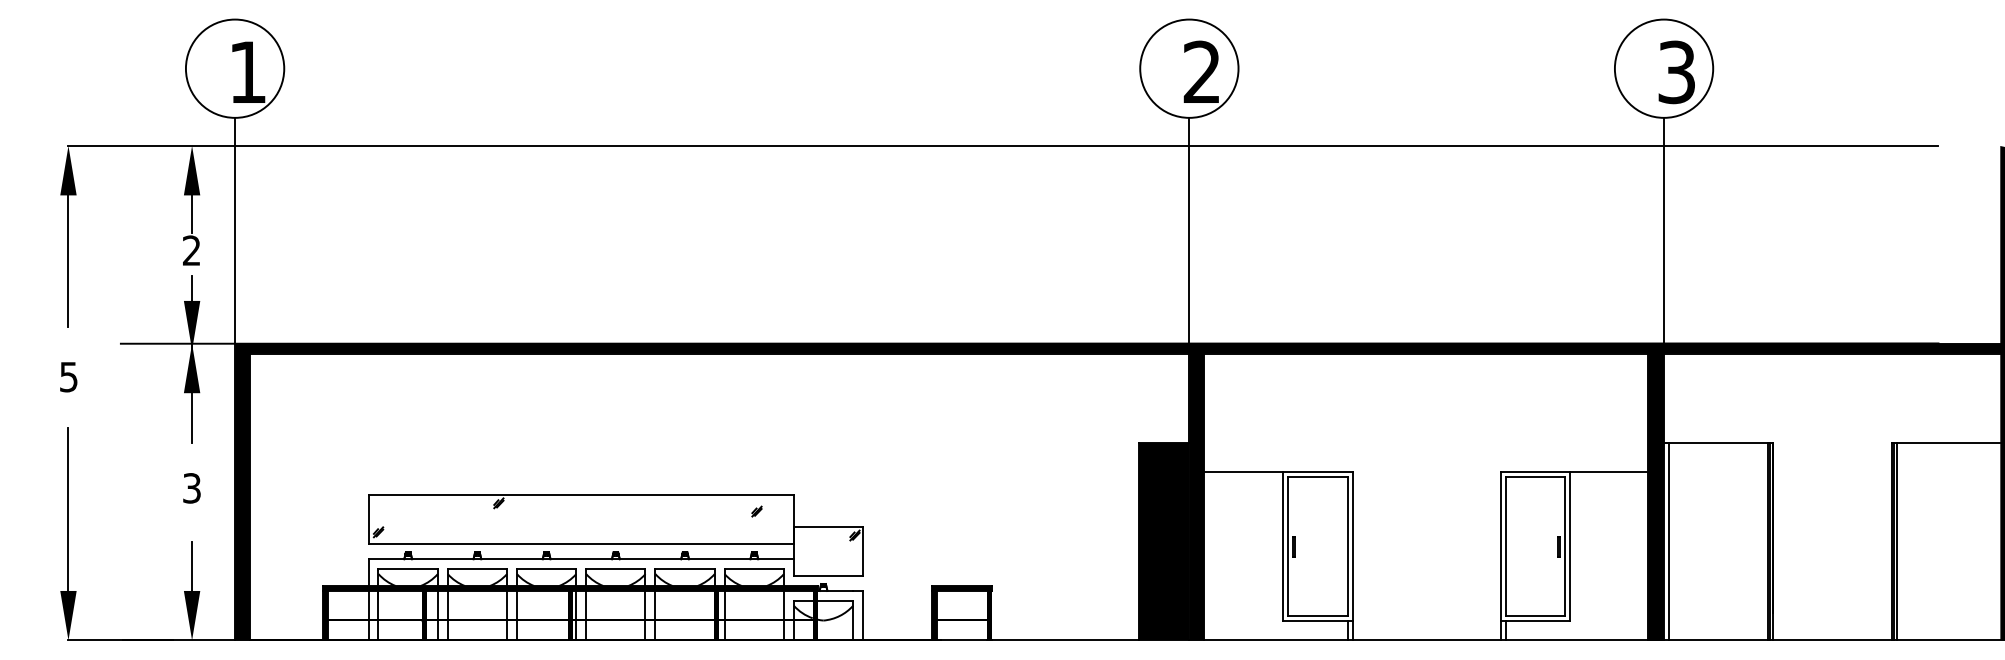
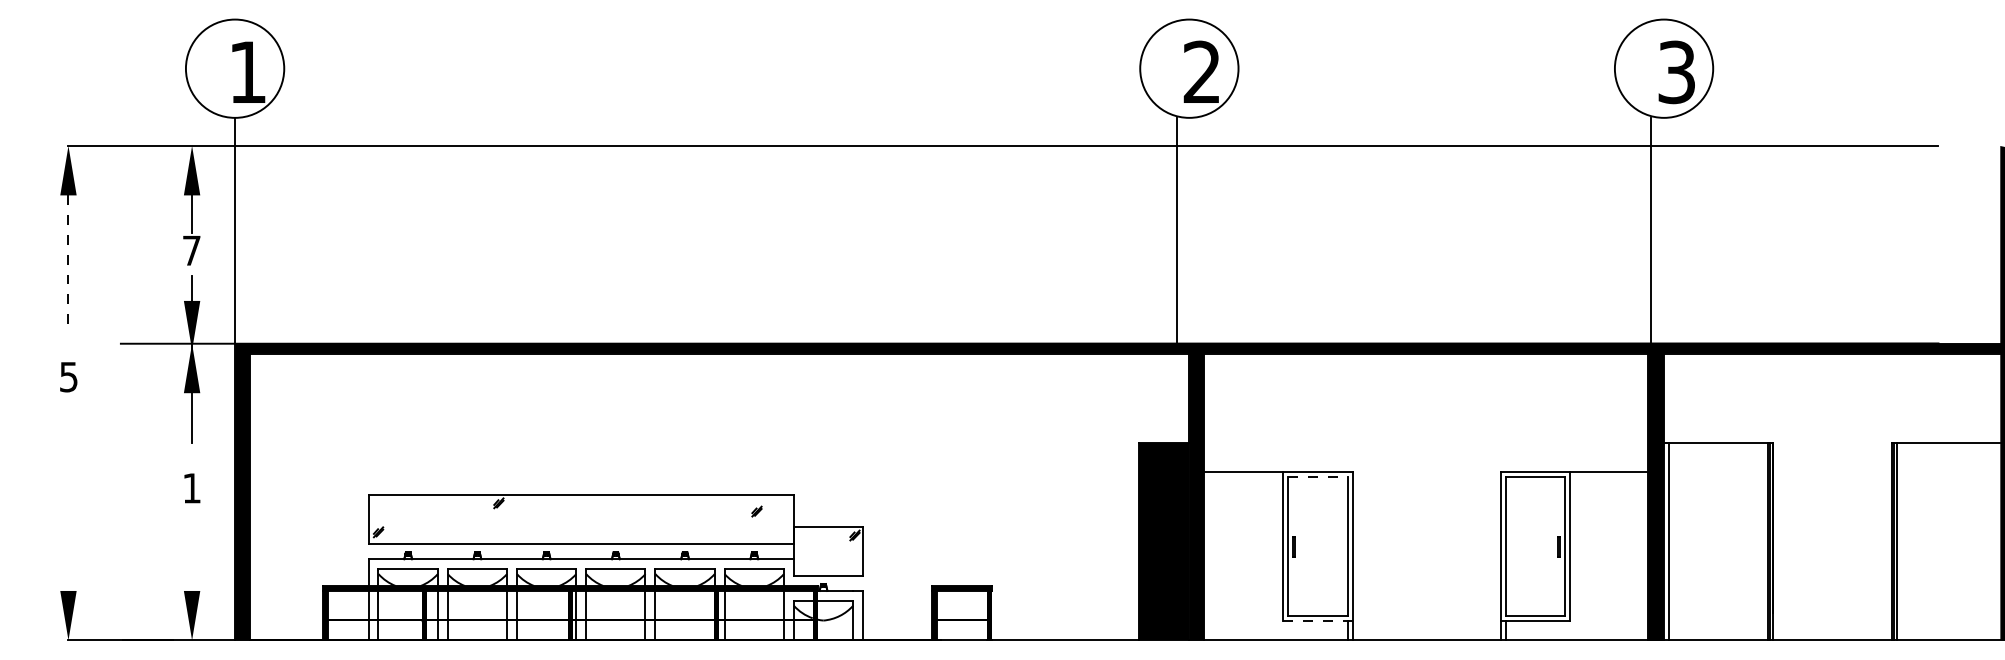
line at (1189, 230) position: (1189, 230) -> (1177, 230)
line at (1664, 230) position: (1664, 230) -> (1651, 230)
text at (191, 250): 2 -> 7
line at (68, 261): solid -> dashed
line at (1317, 477): solid -> dashed
text at (191, 488): 3 -> 1
line at (68, 508): present -> none
line at (192, 565): present -> none
line at (1317, 620): solid -> dashed
